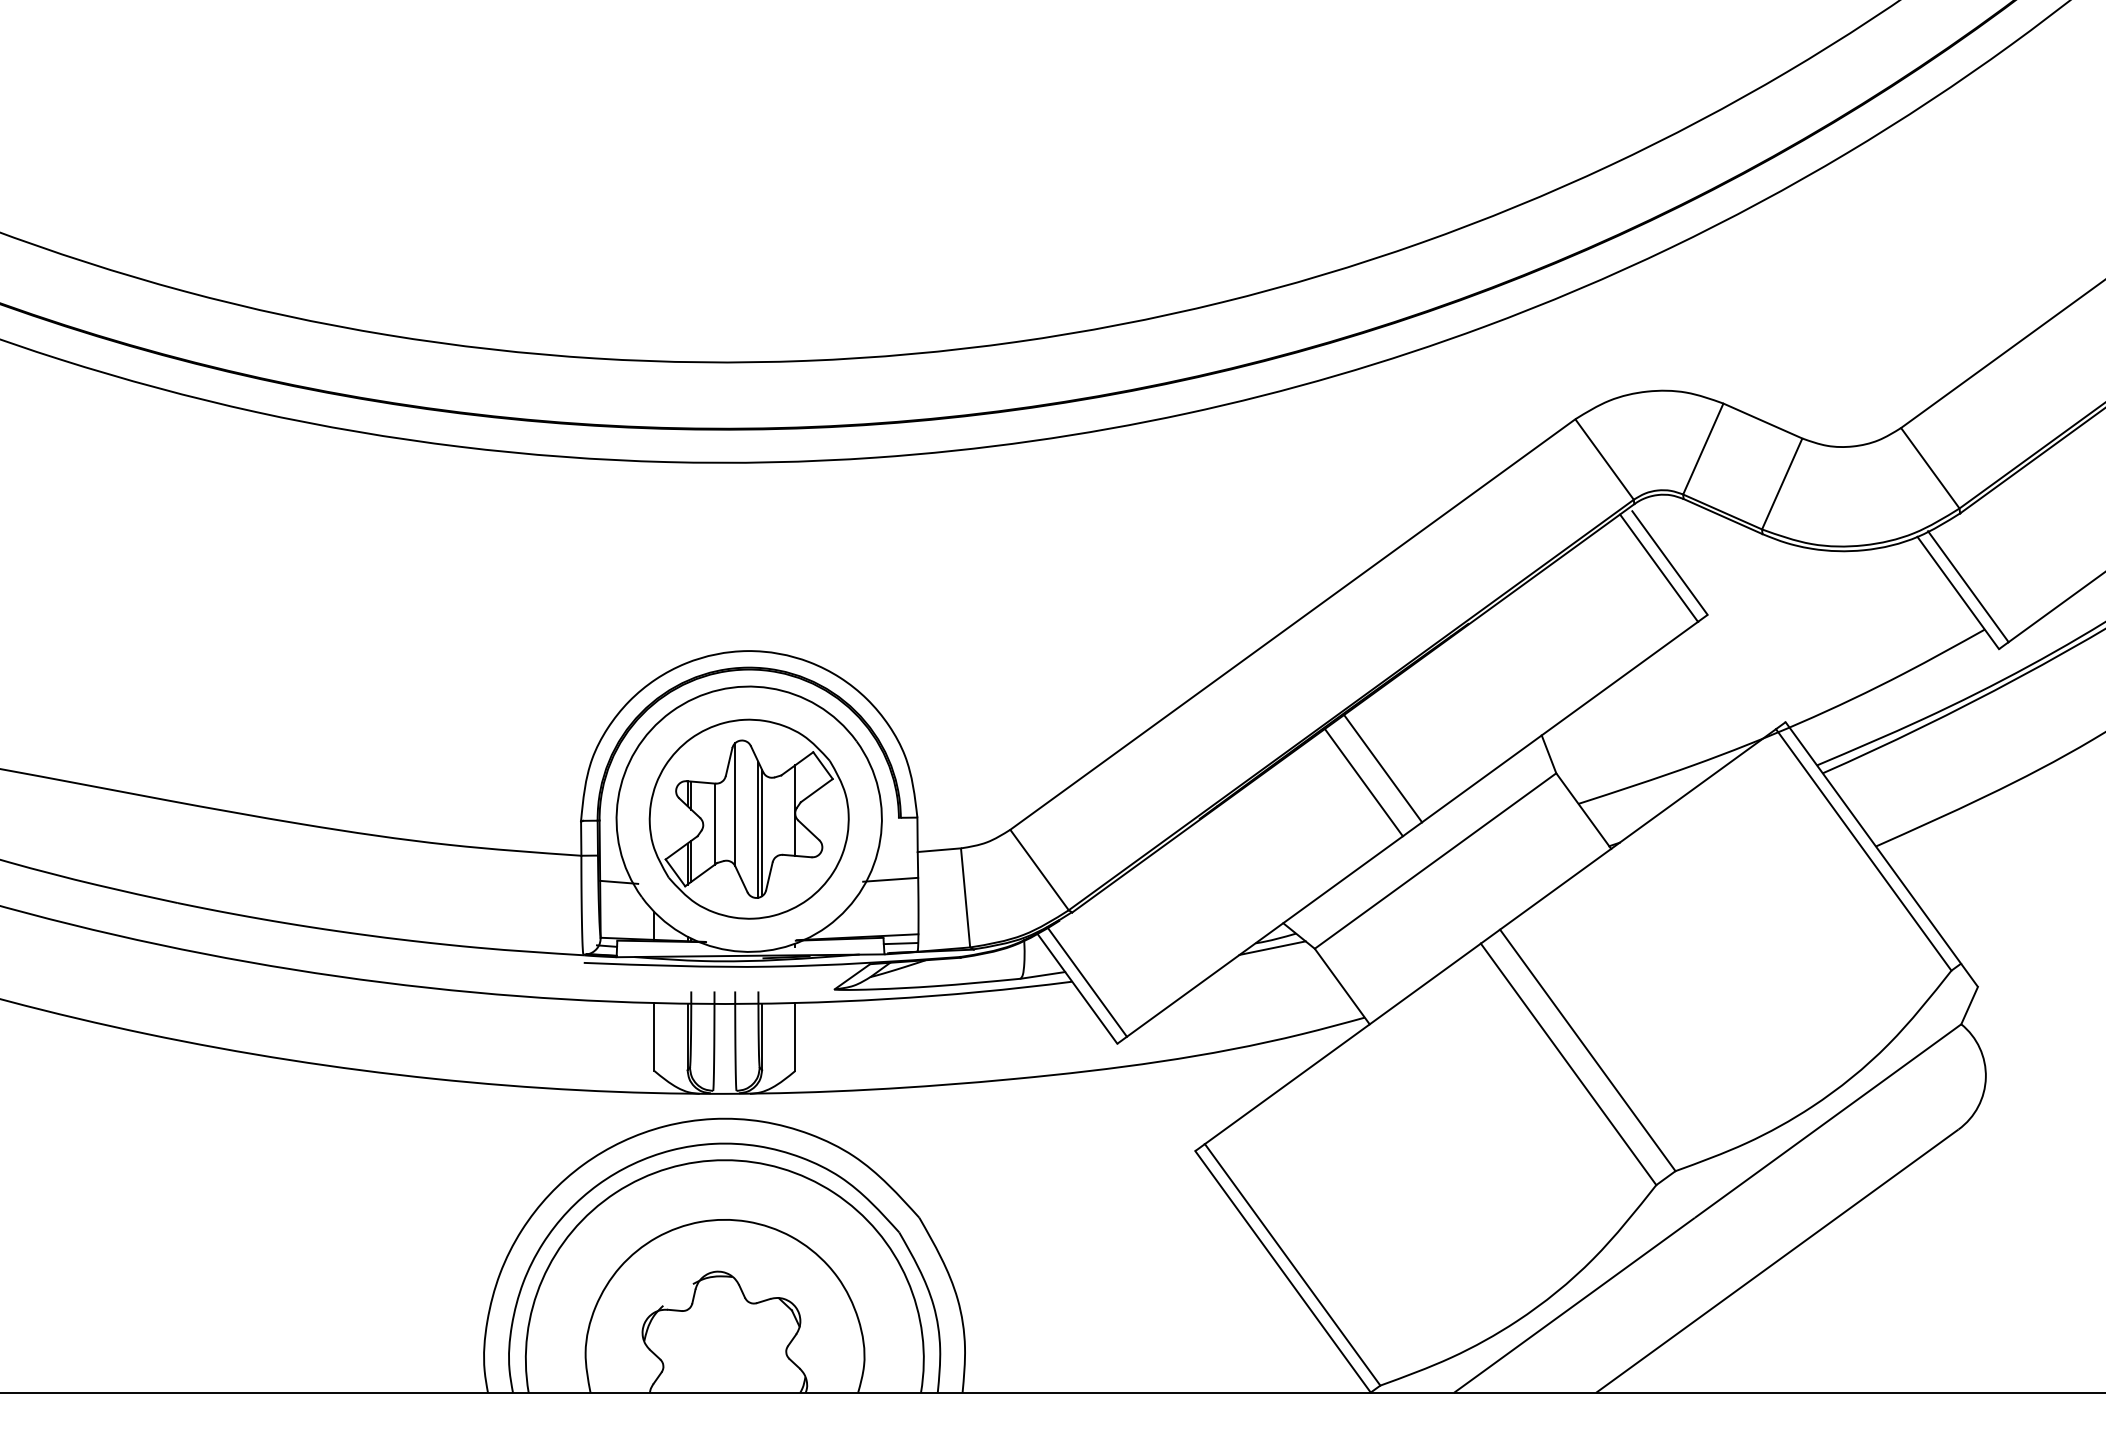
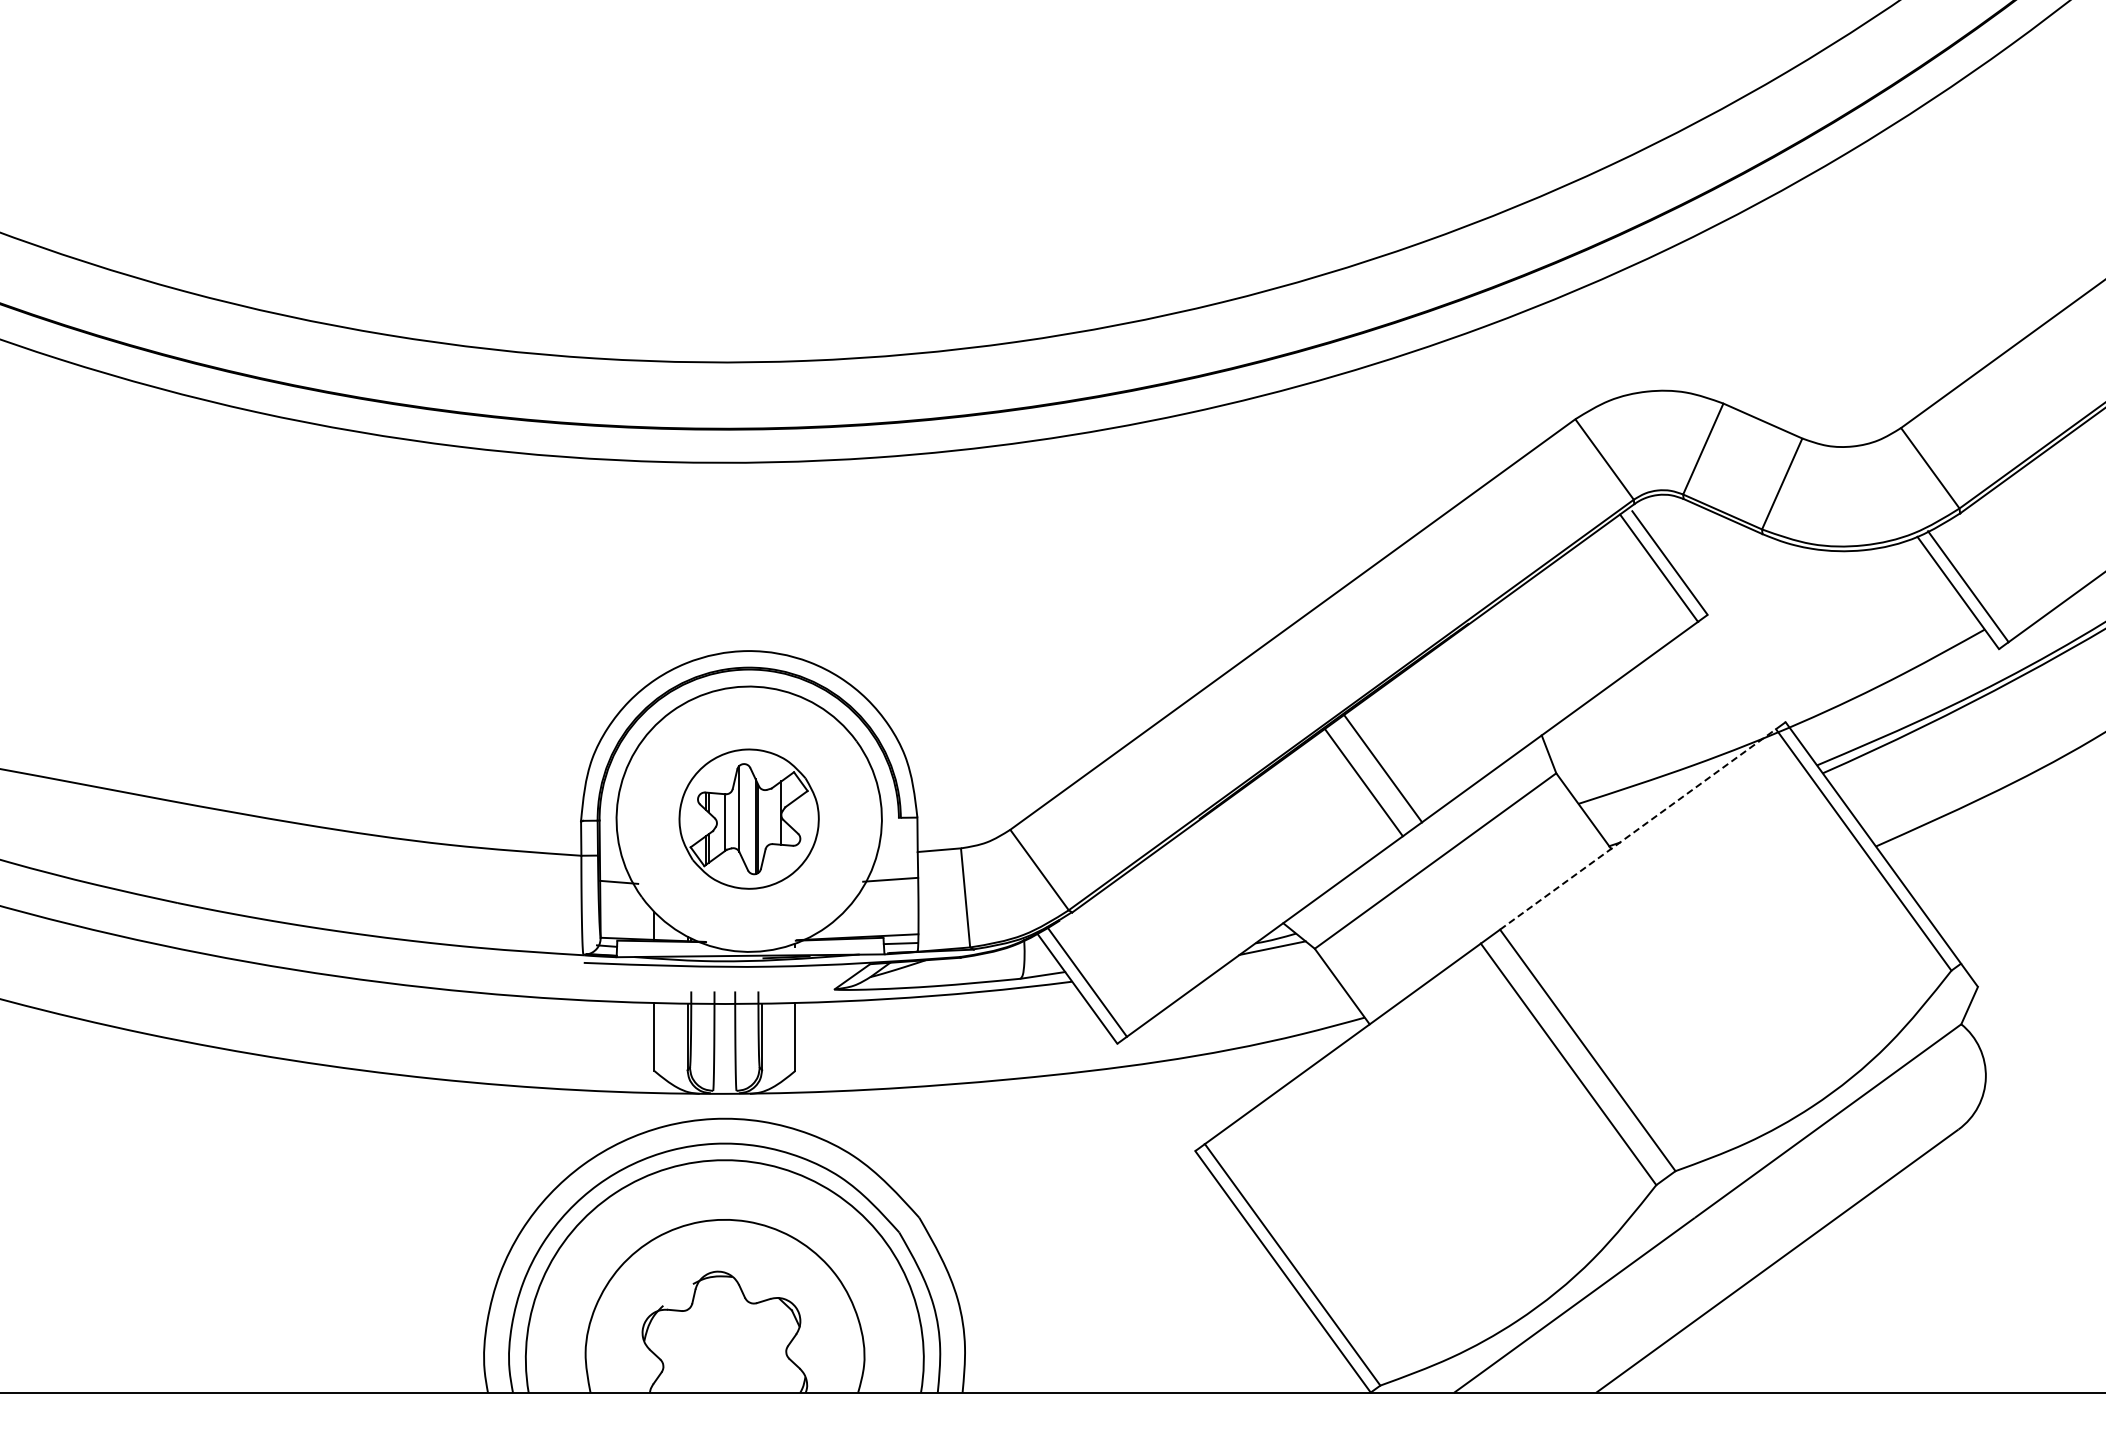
part at (748, 818) size: 202x202 px -> 142x142 px
line at (1638, 829): solid -> dashed
